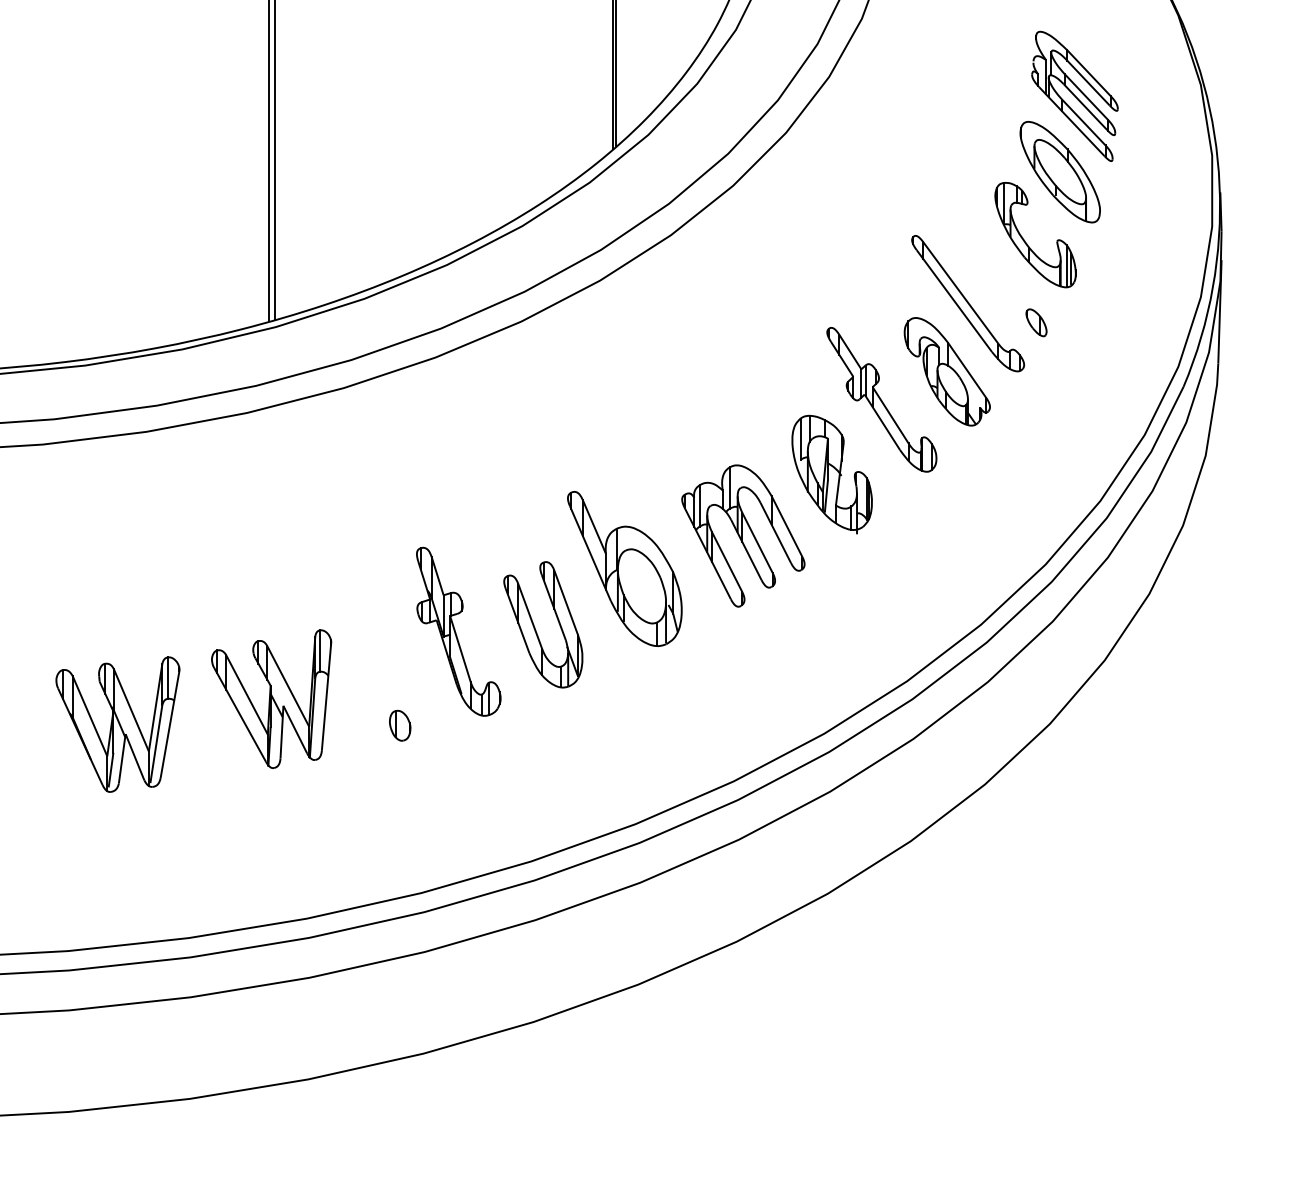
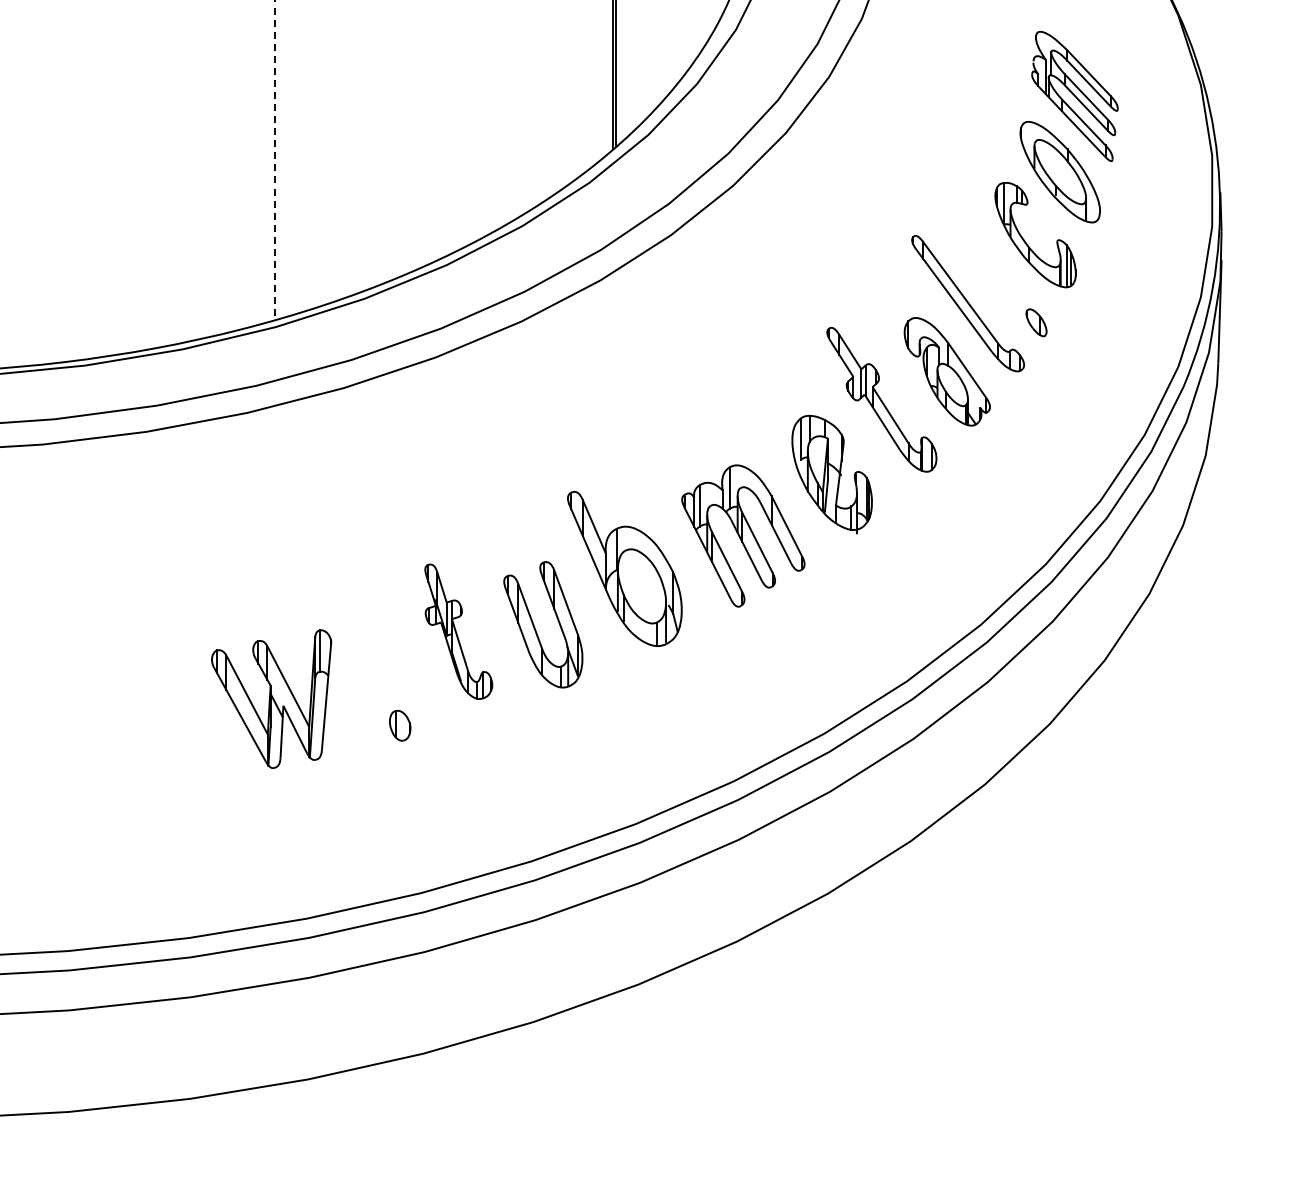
line at (275, 160): solid -> dashed
line at (269, 161): present -> none
part at (458, 631) size: 86x171 px -> 70x137 px
part at (117, 724): present -> none
